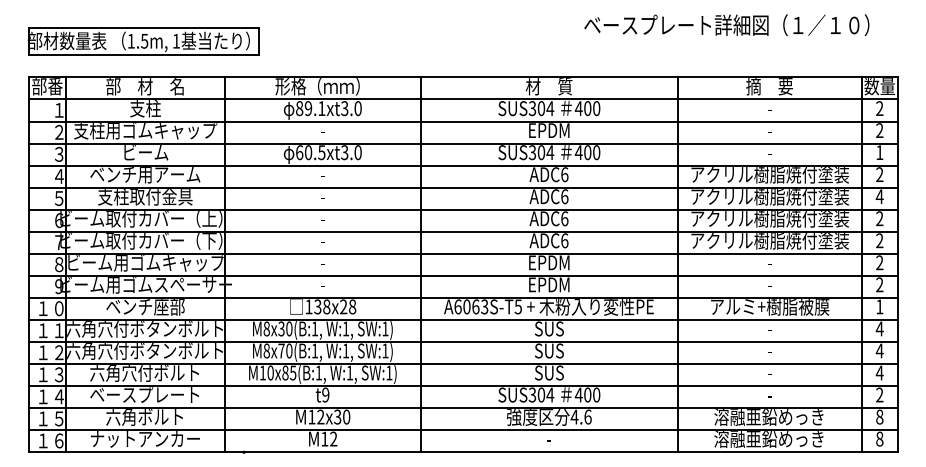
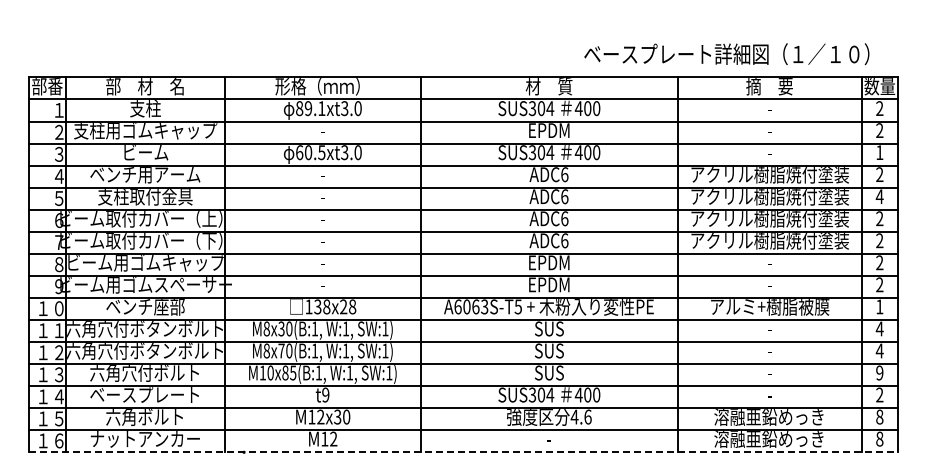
text at (726, 25) position: (726, 25) -> (726, 54)
part at (143, 41): present -> none
text at (879, 372): 4 -> 9
line at (463, 452): solid -> dashed
